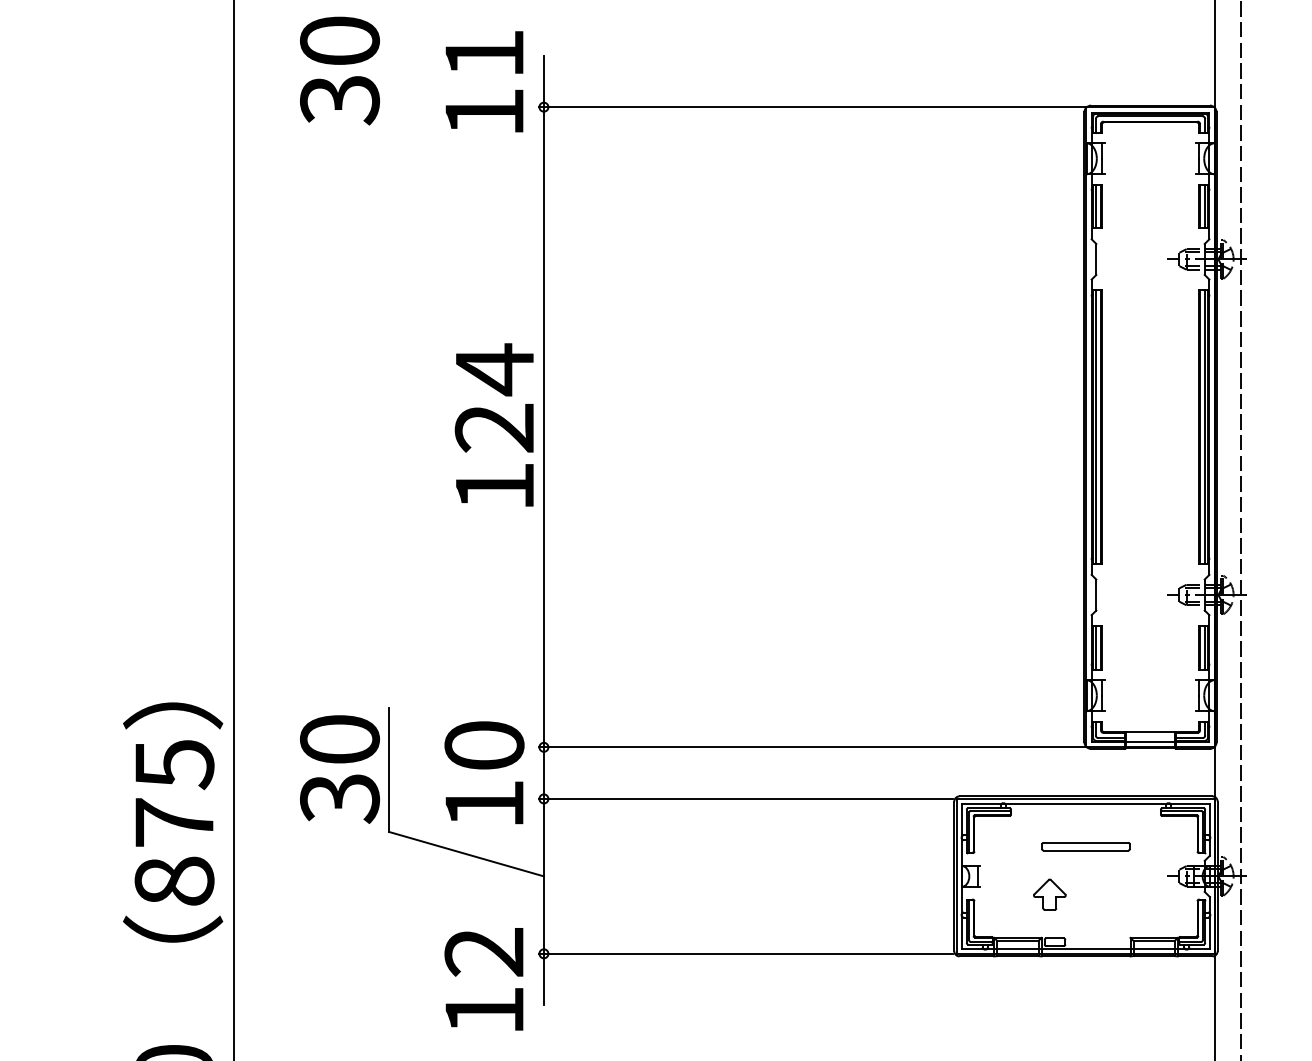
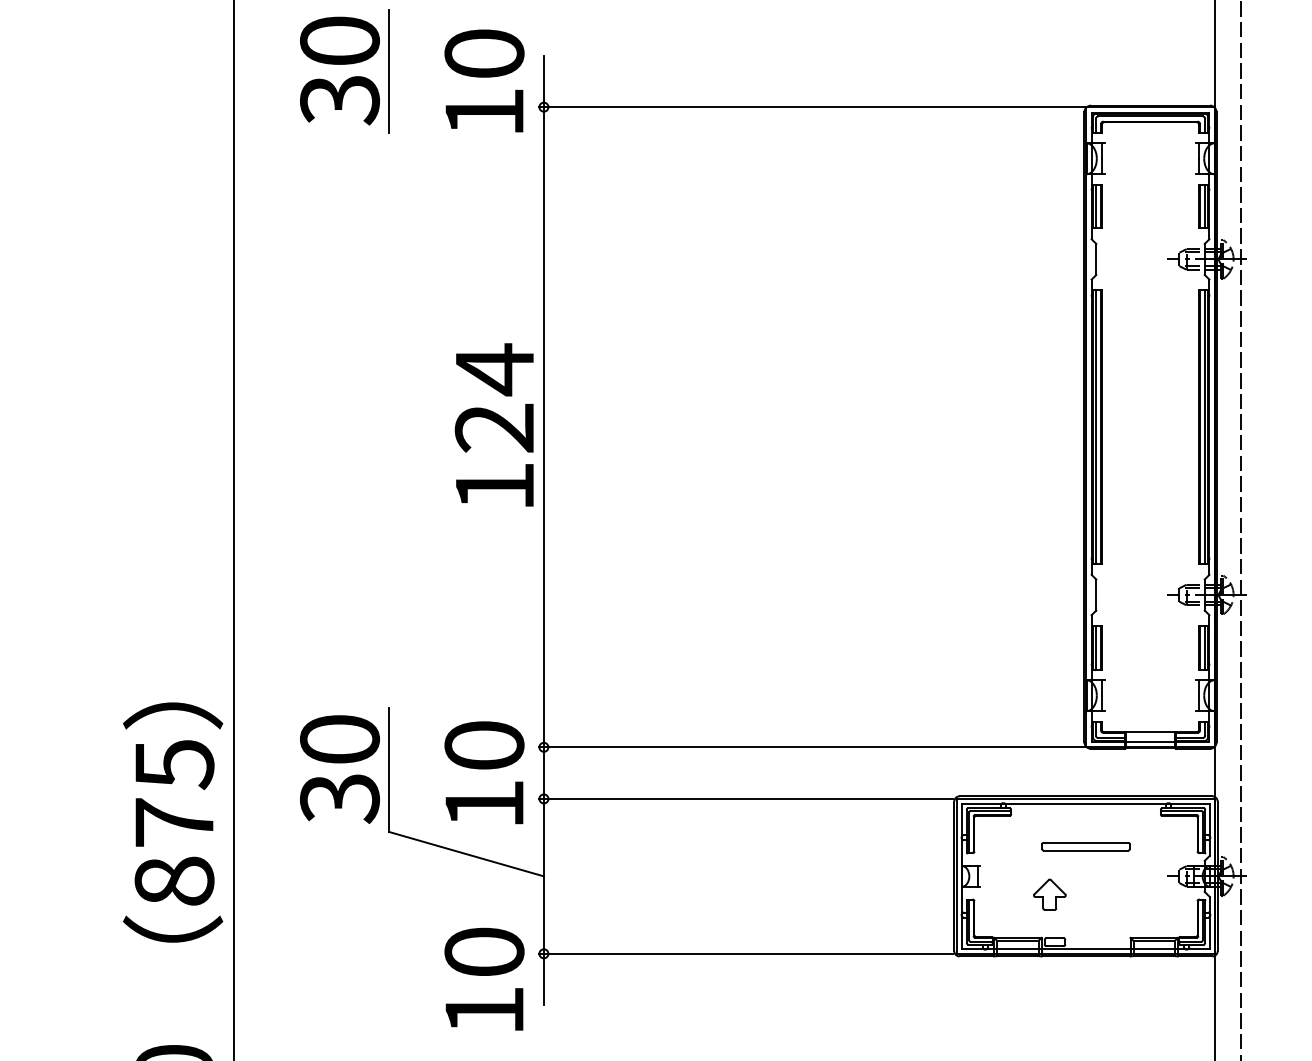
text at (484, 53): 11 -> 10
line at (388, 71): none -> present
text at (484, 951): 12 -> 10
